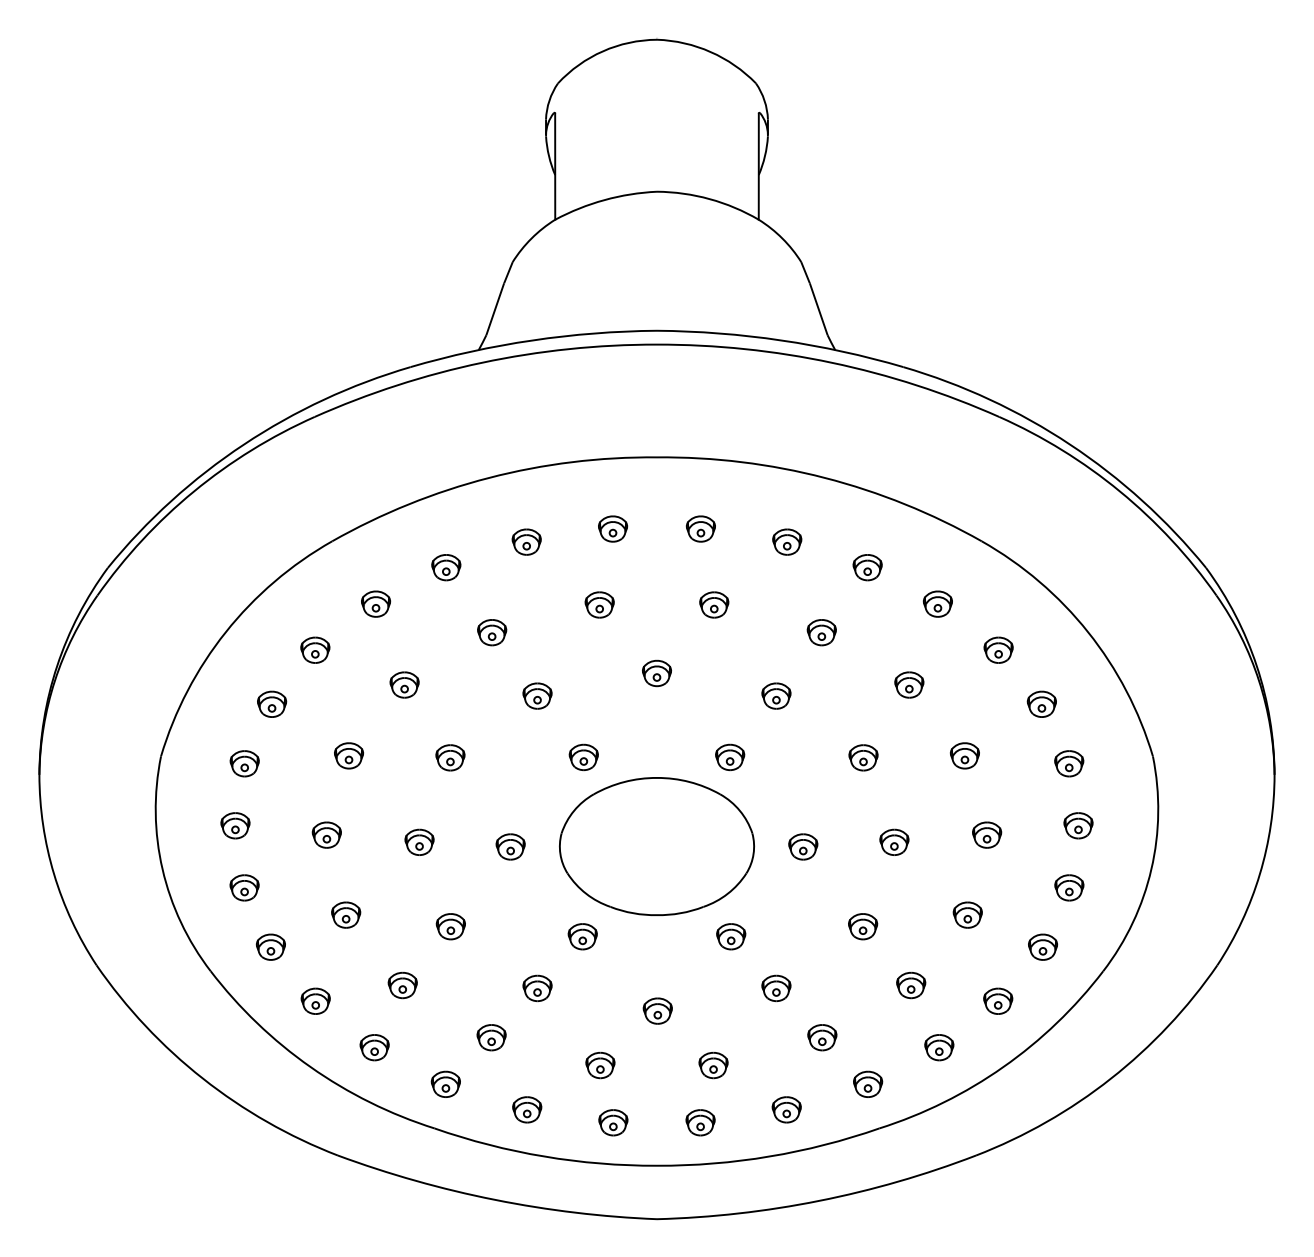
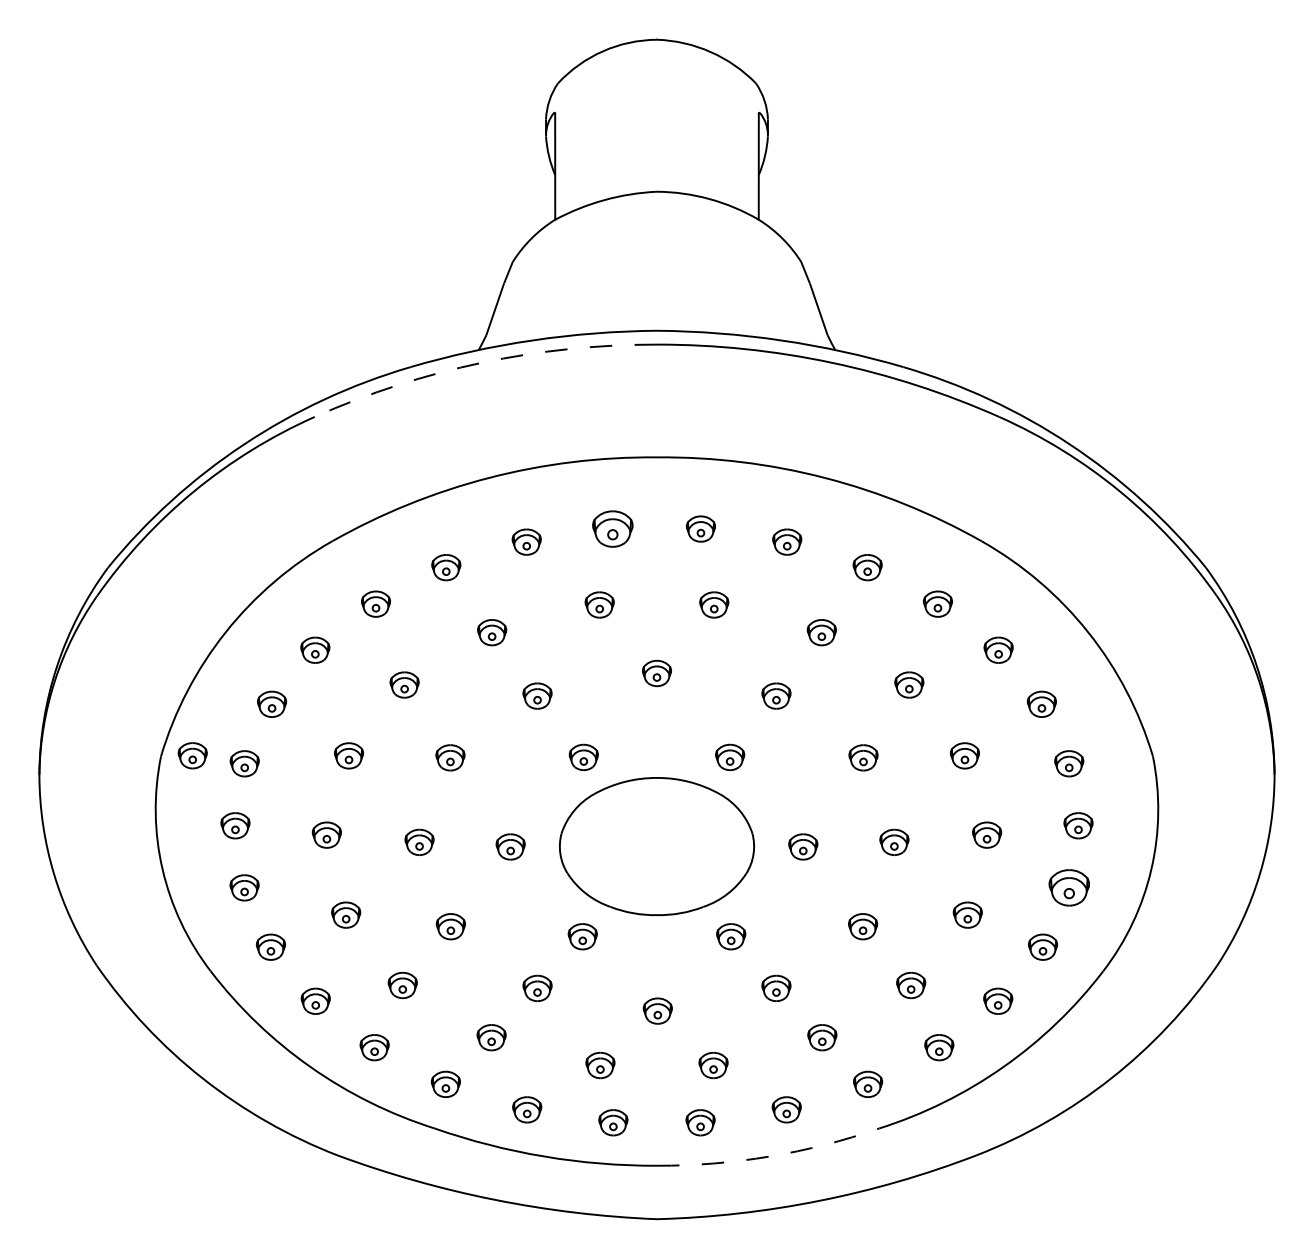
arc at (482, 362): solid -> dashed
part at (613, 528) size: 31x28 px -> 42x38 px
part at (192, 755): none -> present
part at (1069, 887) size: 31x28 px -> 42x38 px
arc at (769, 1156): solid -> dashed
